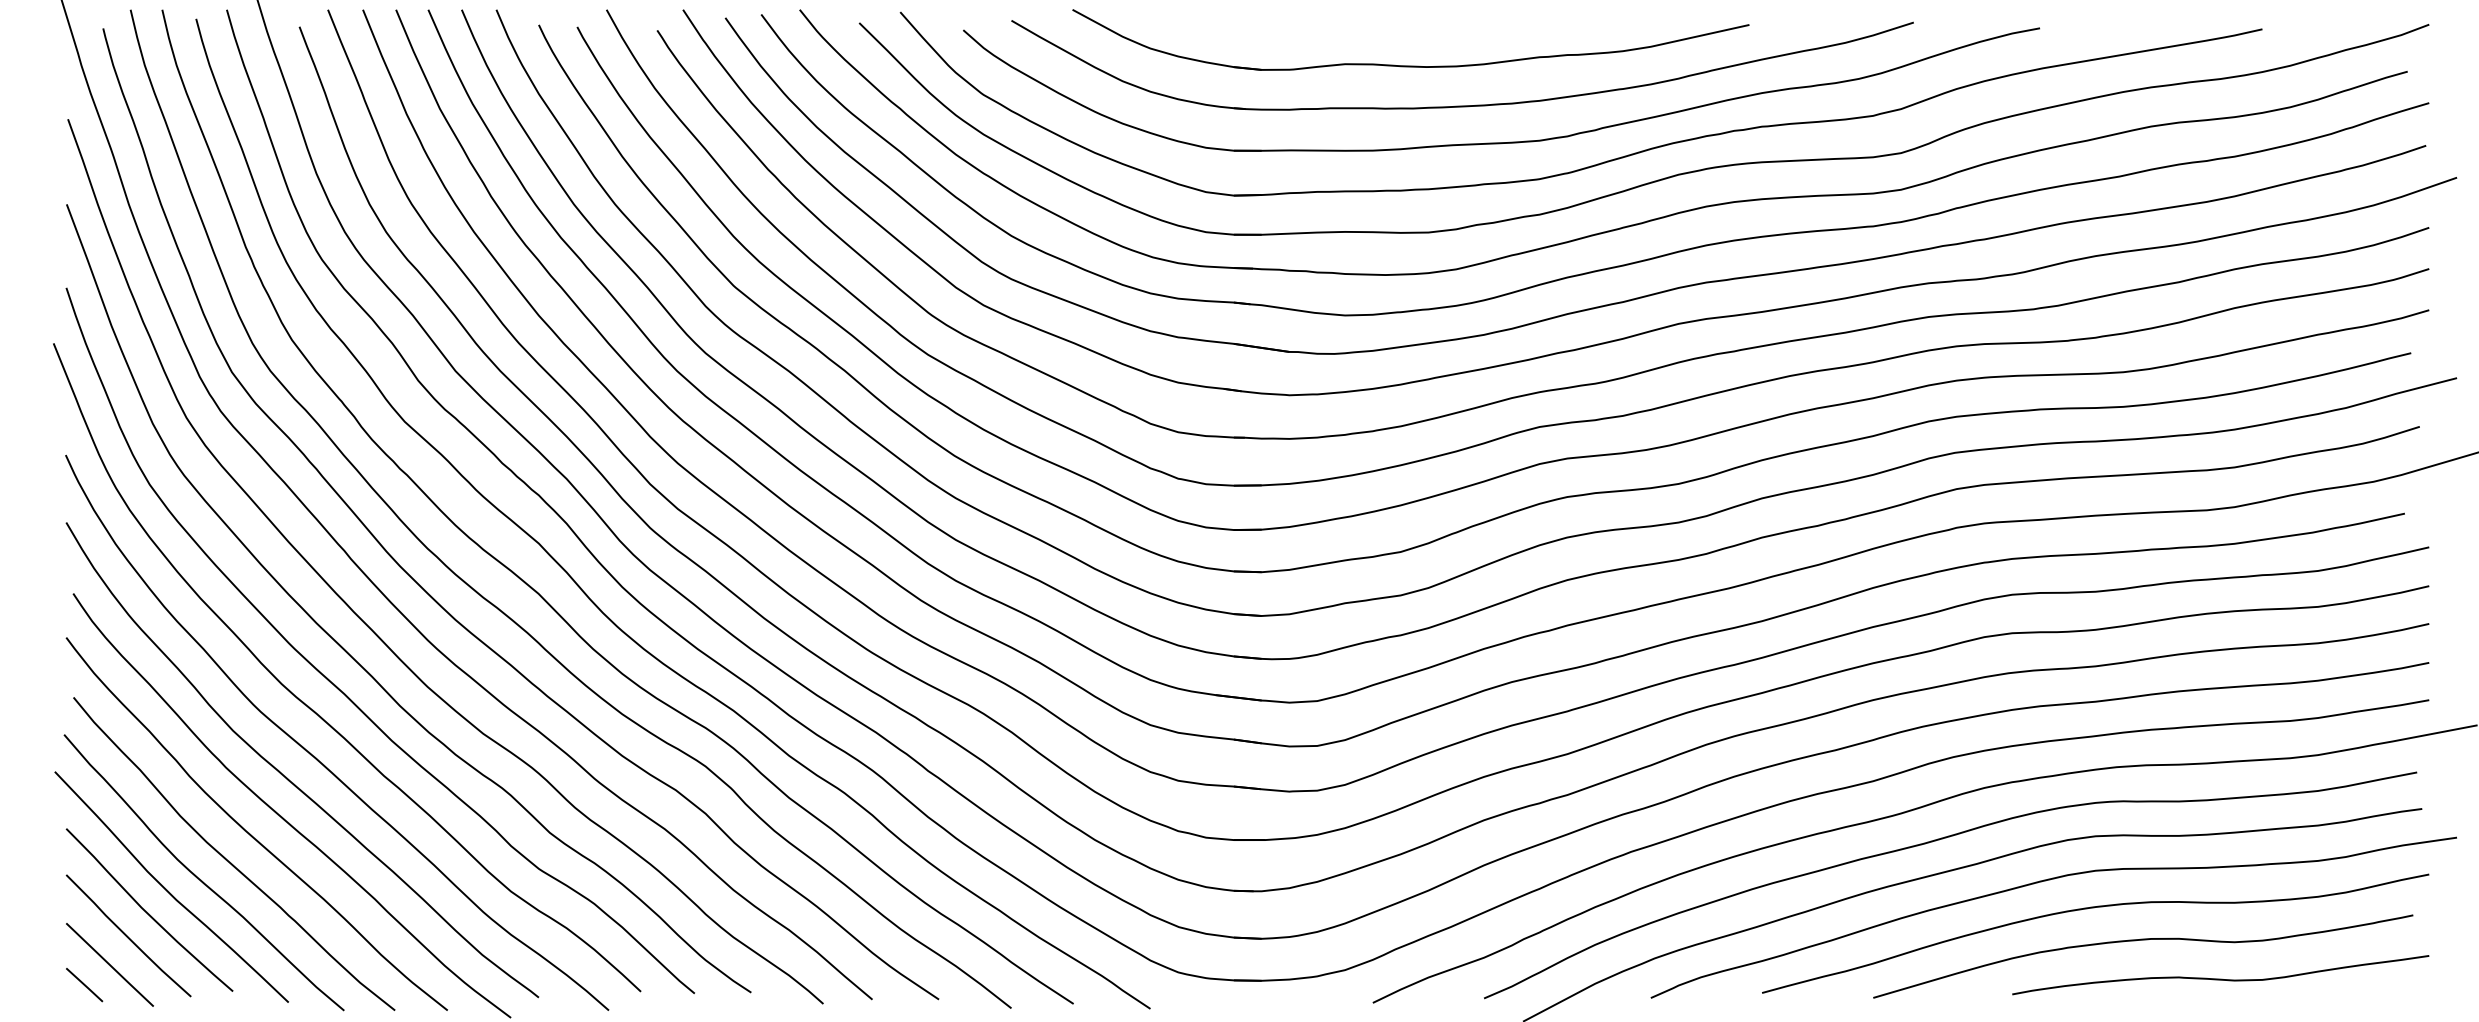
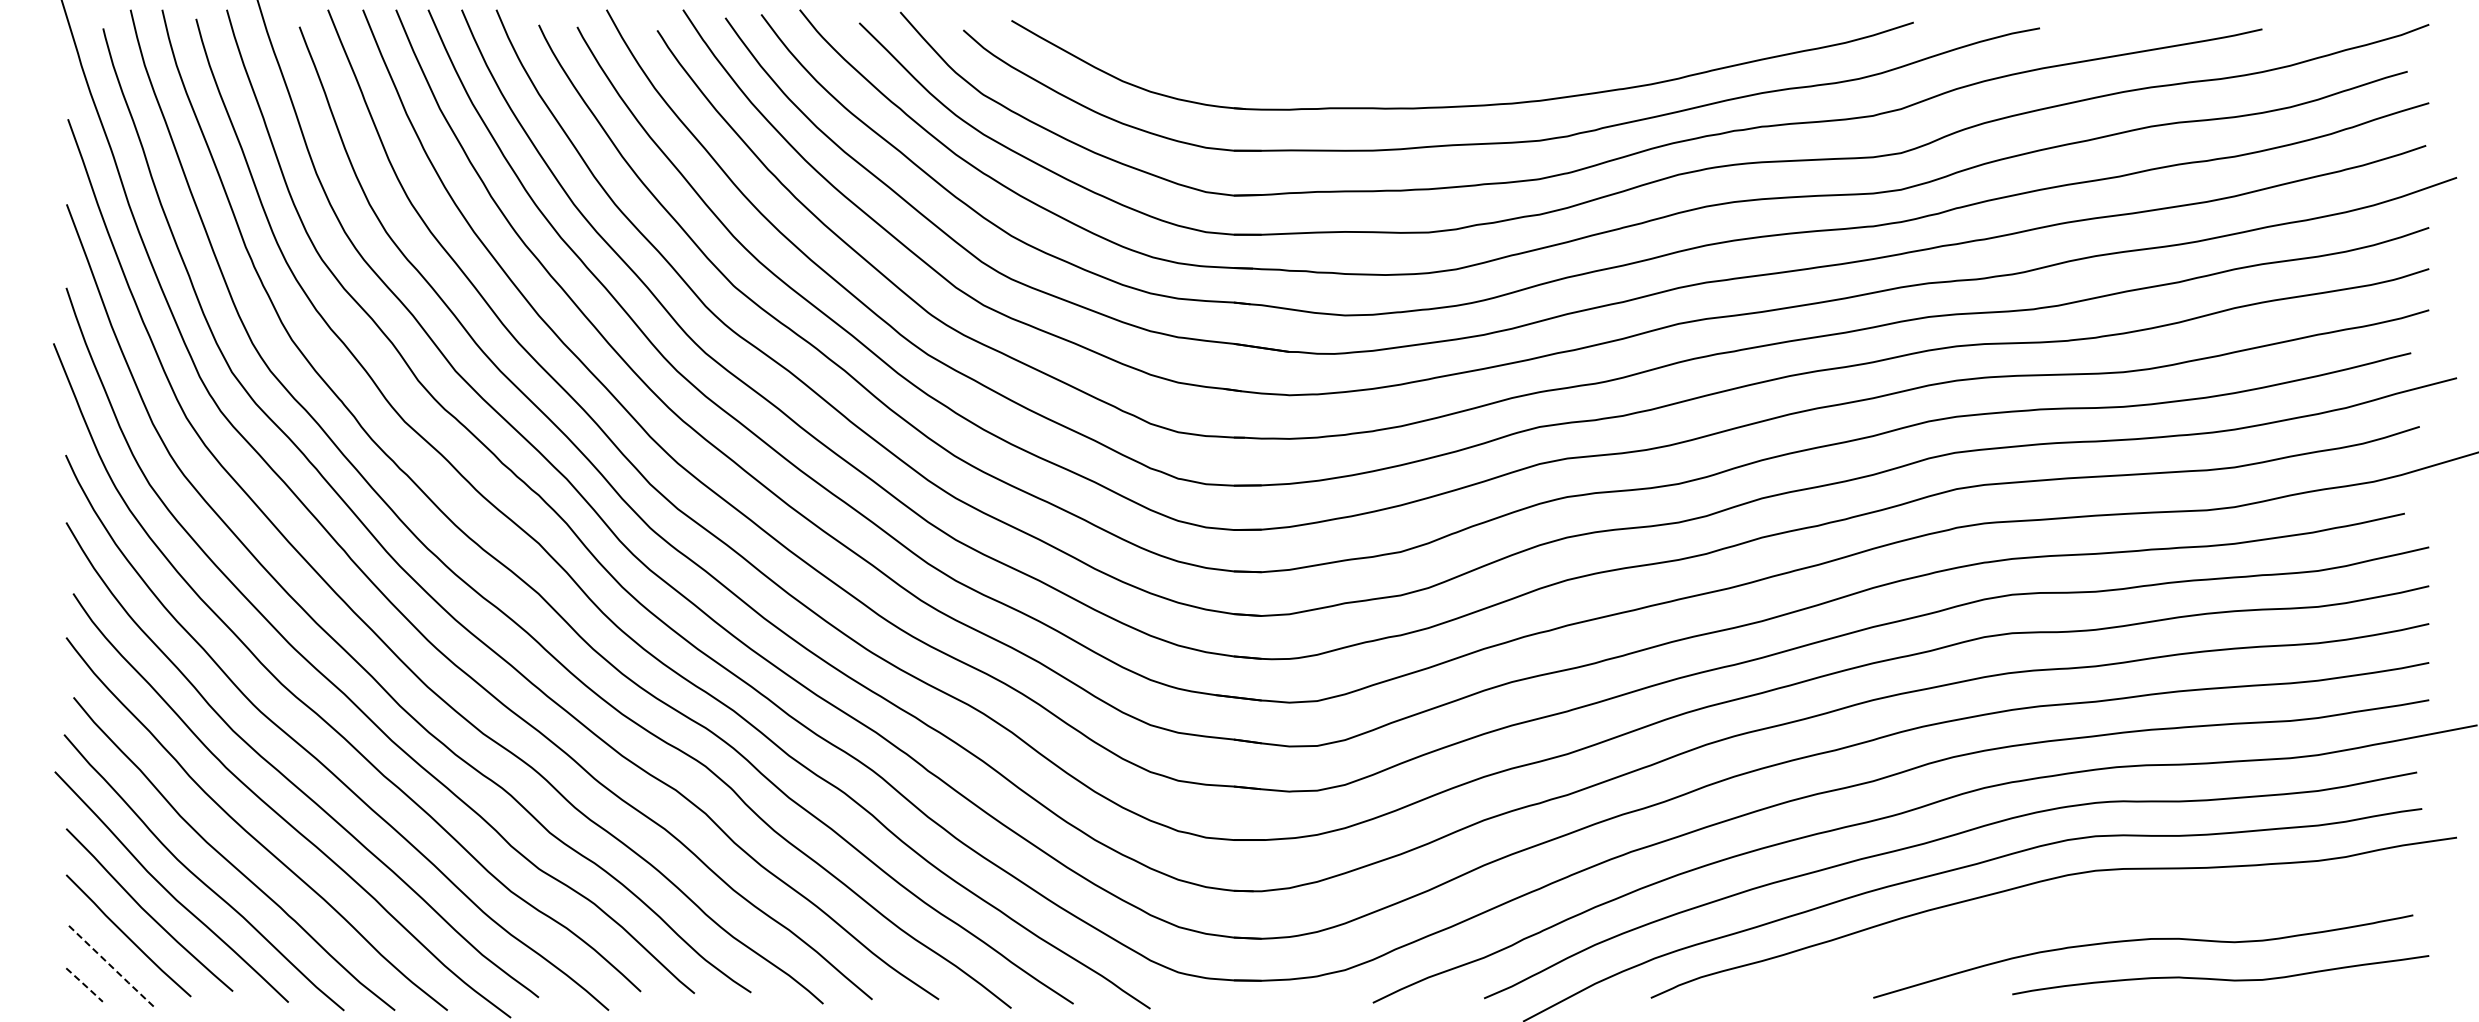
part at (1410, 65): present -> none
curve at (2094, 908): present -> none
line at (109, 964): solid -> dashed
line at (85, 985): solid -> dashed
